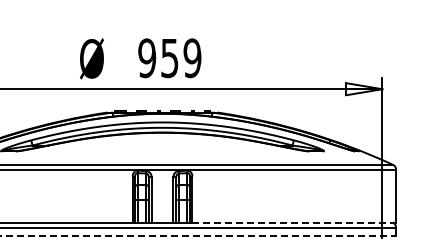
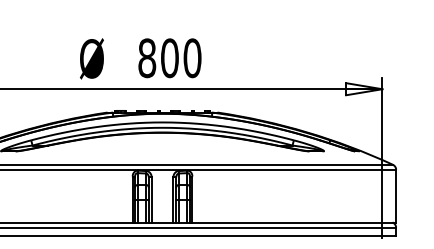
text at (169, 58): 959 -> 800
line at (294, 222): dashed -> solid
line at (198, 236): dashed -> solid
